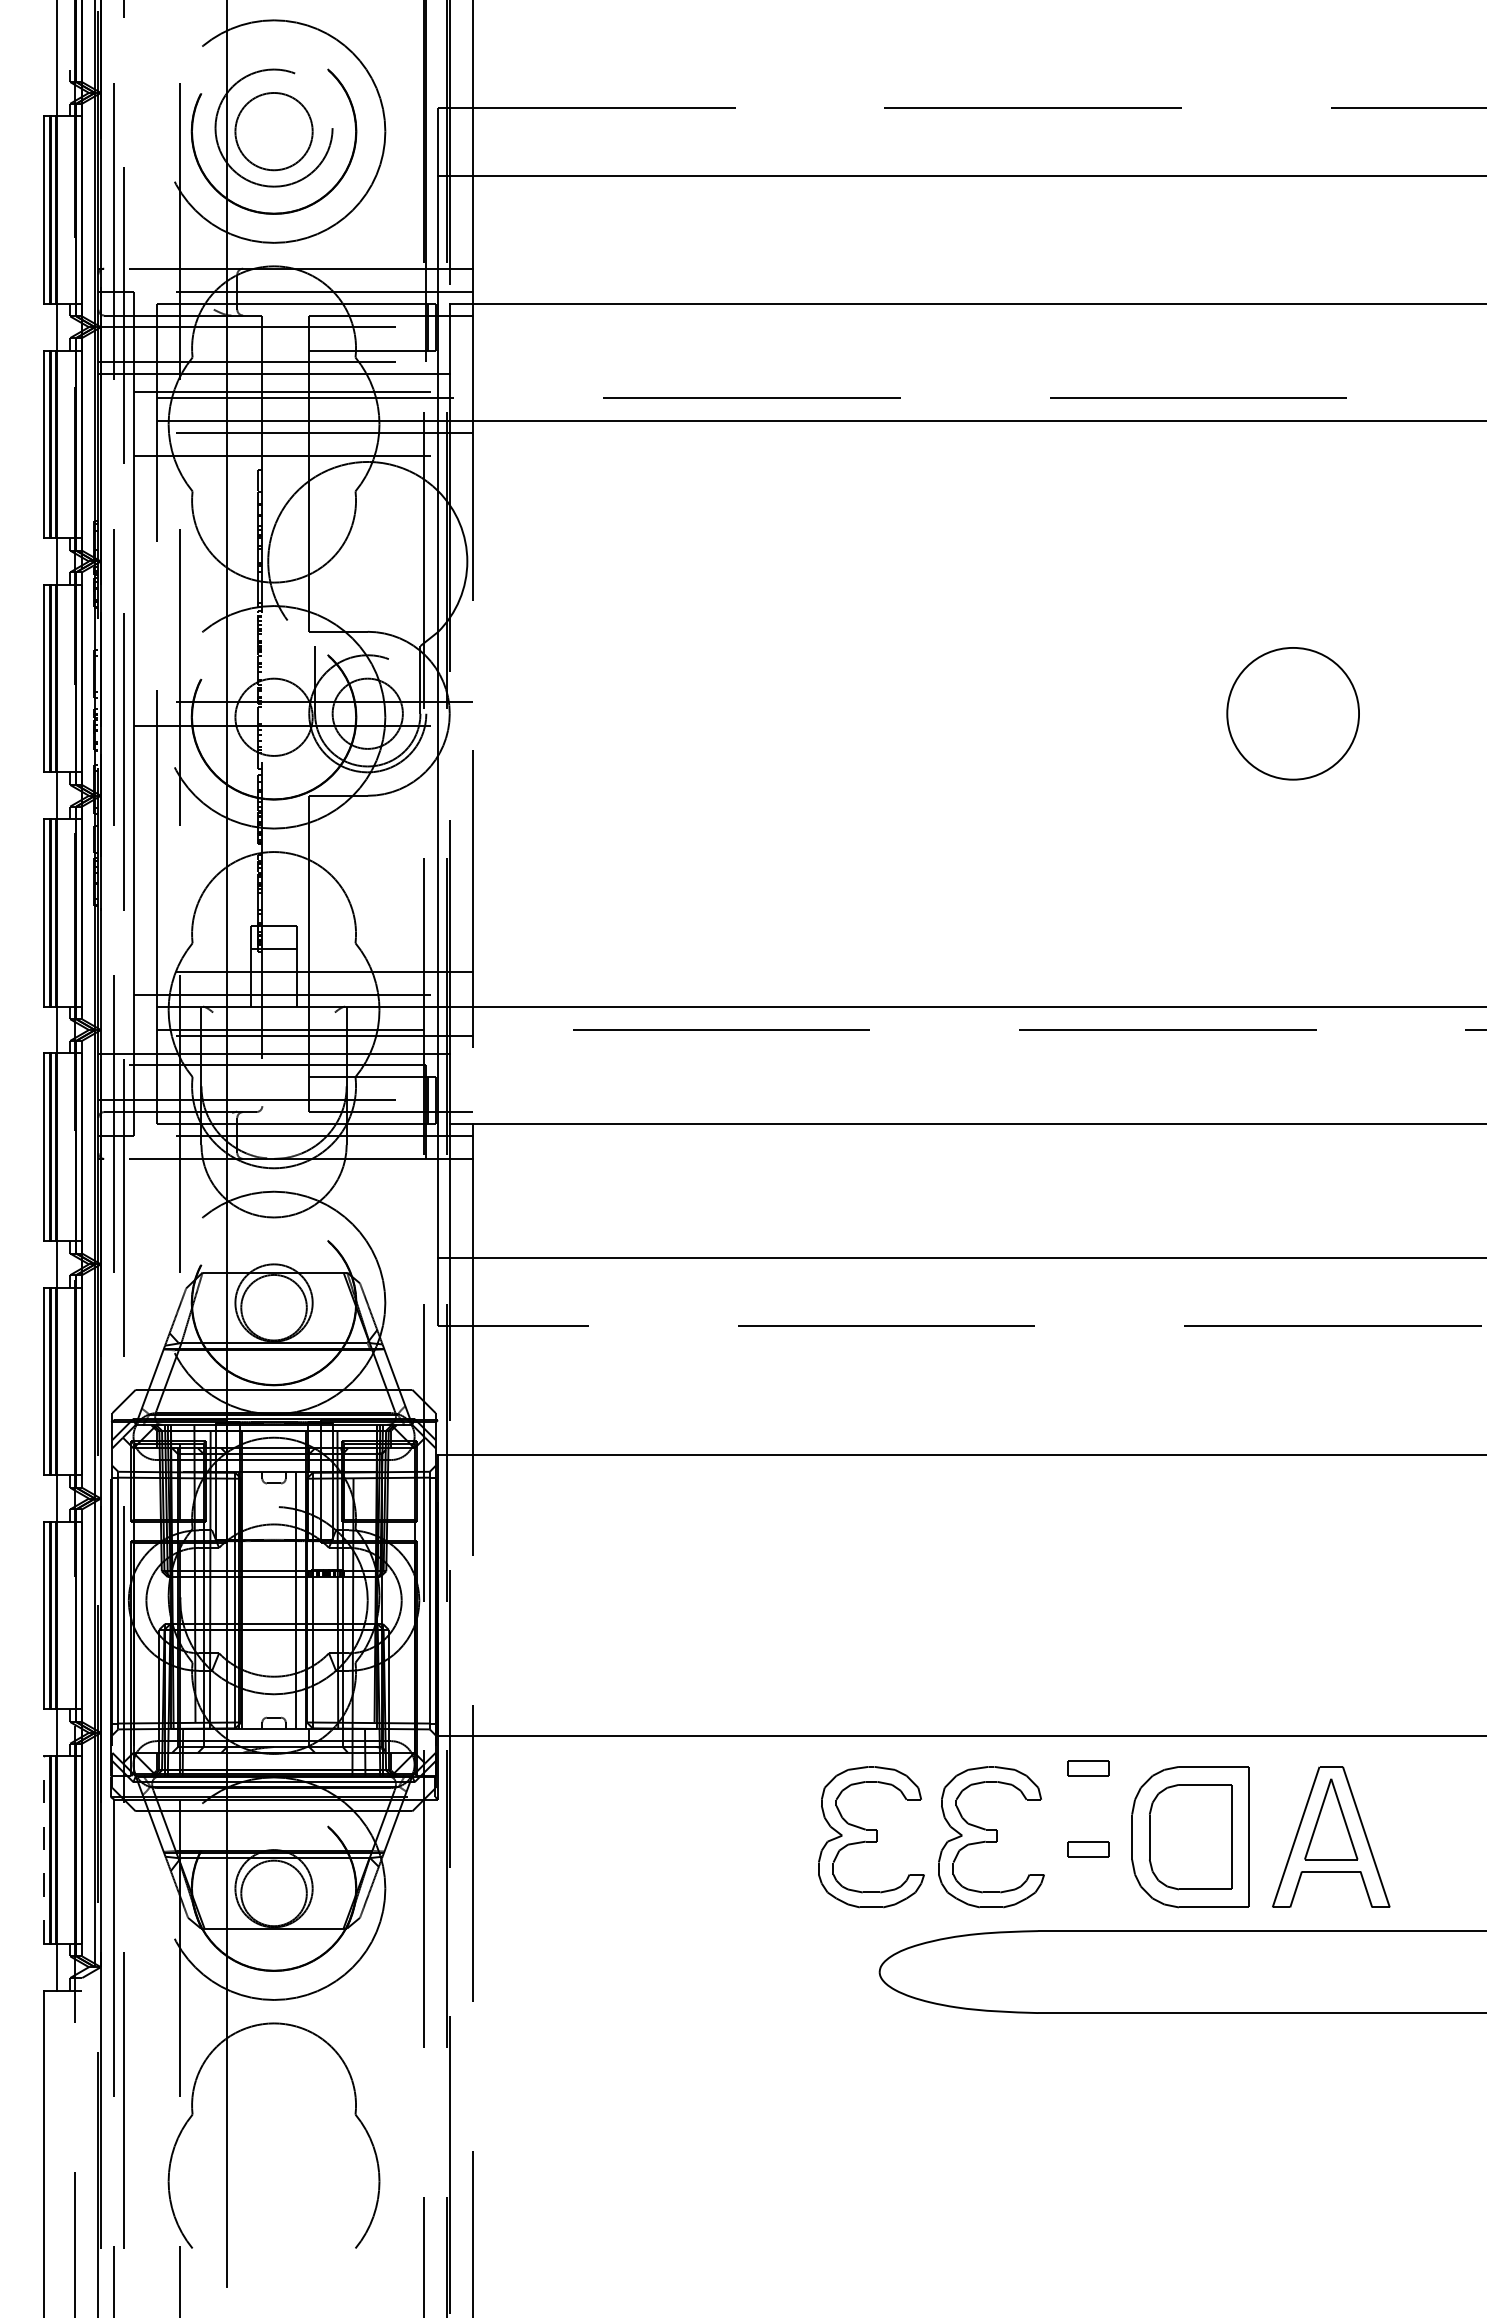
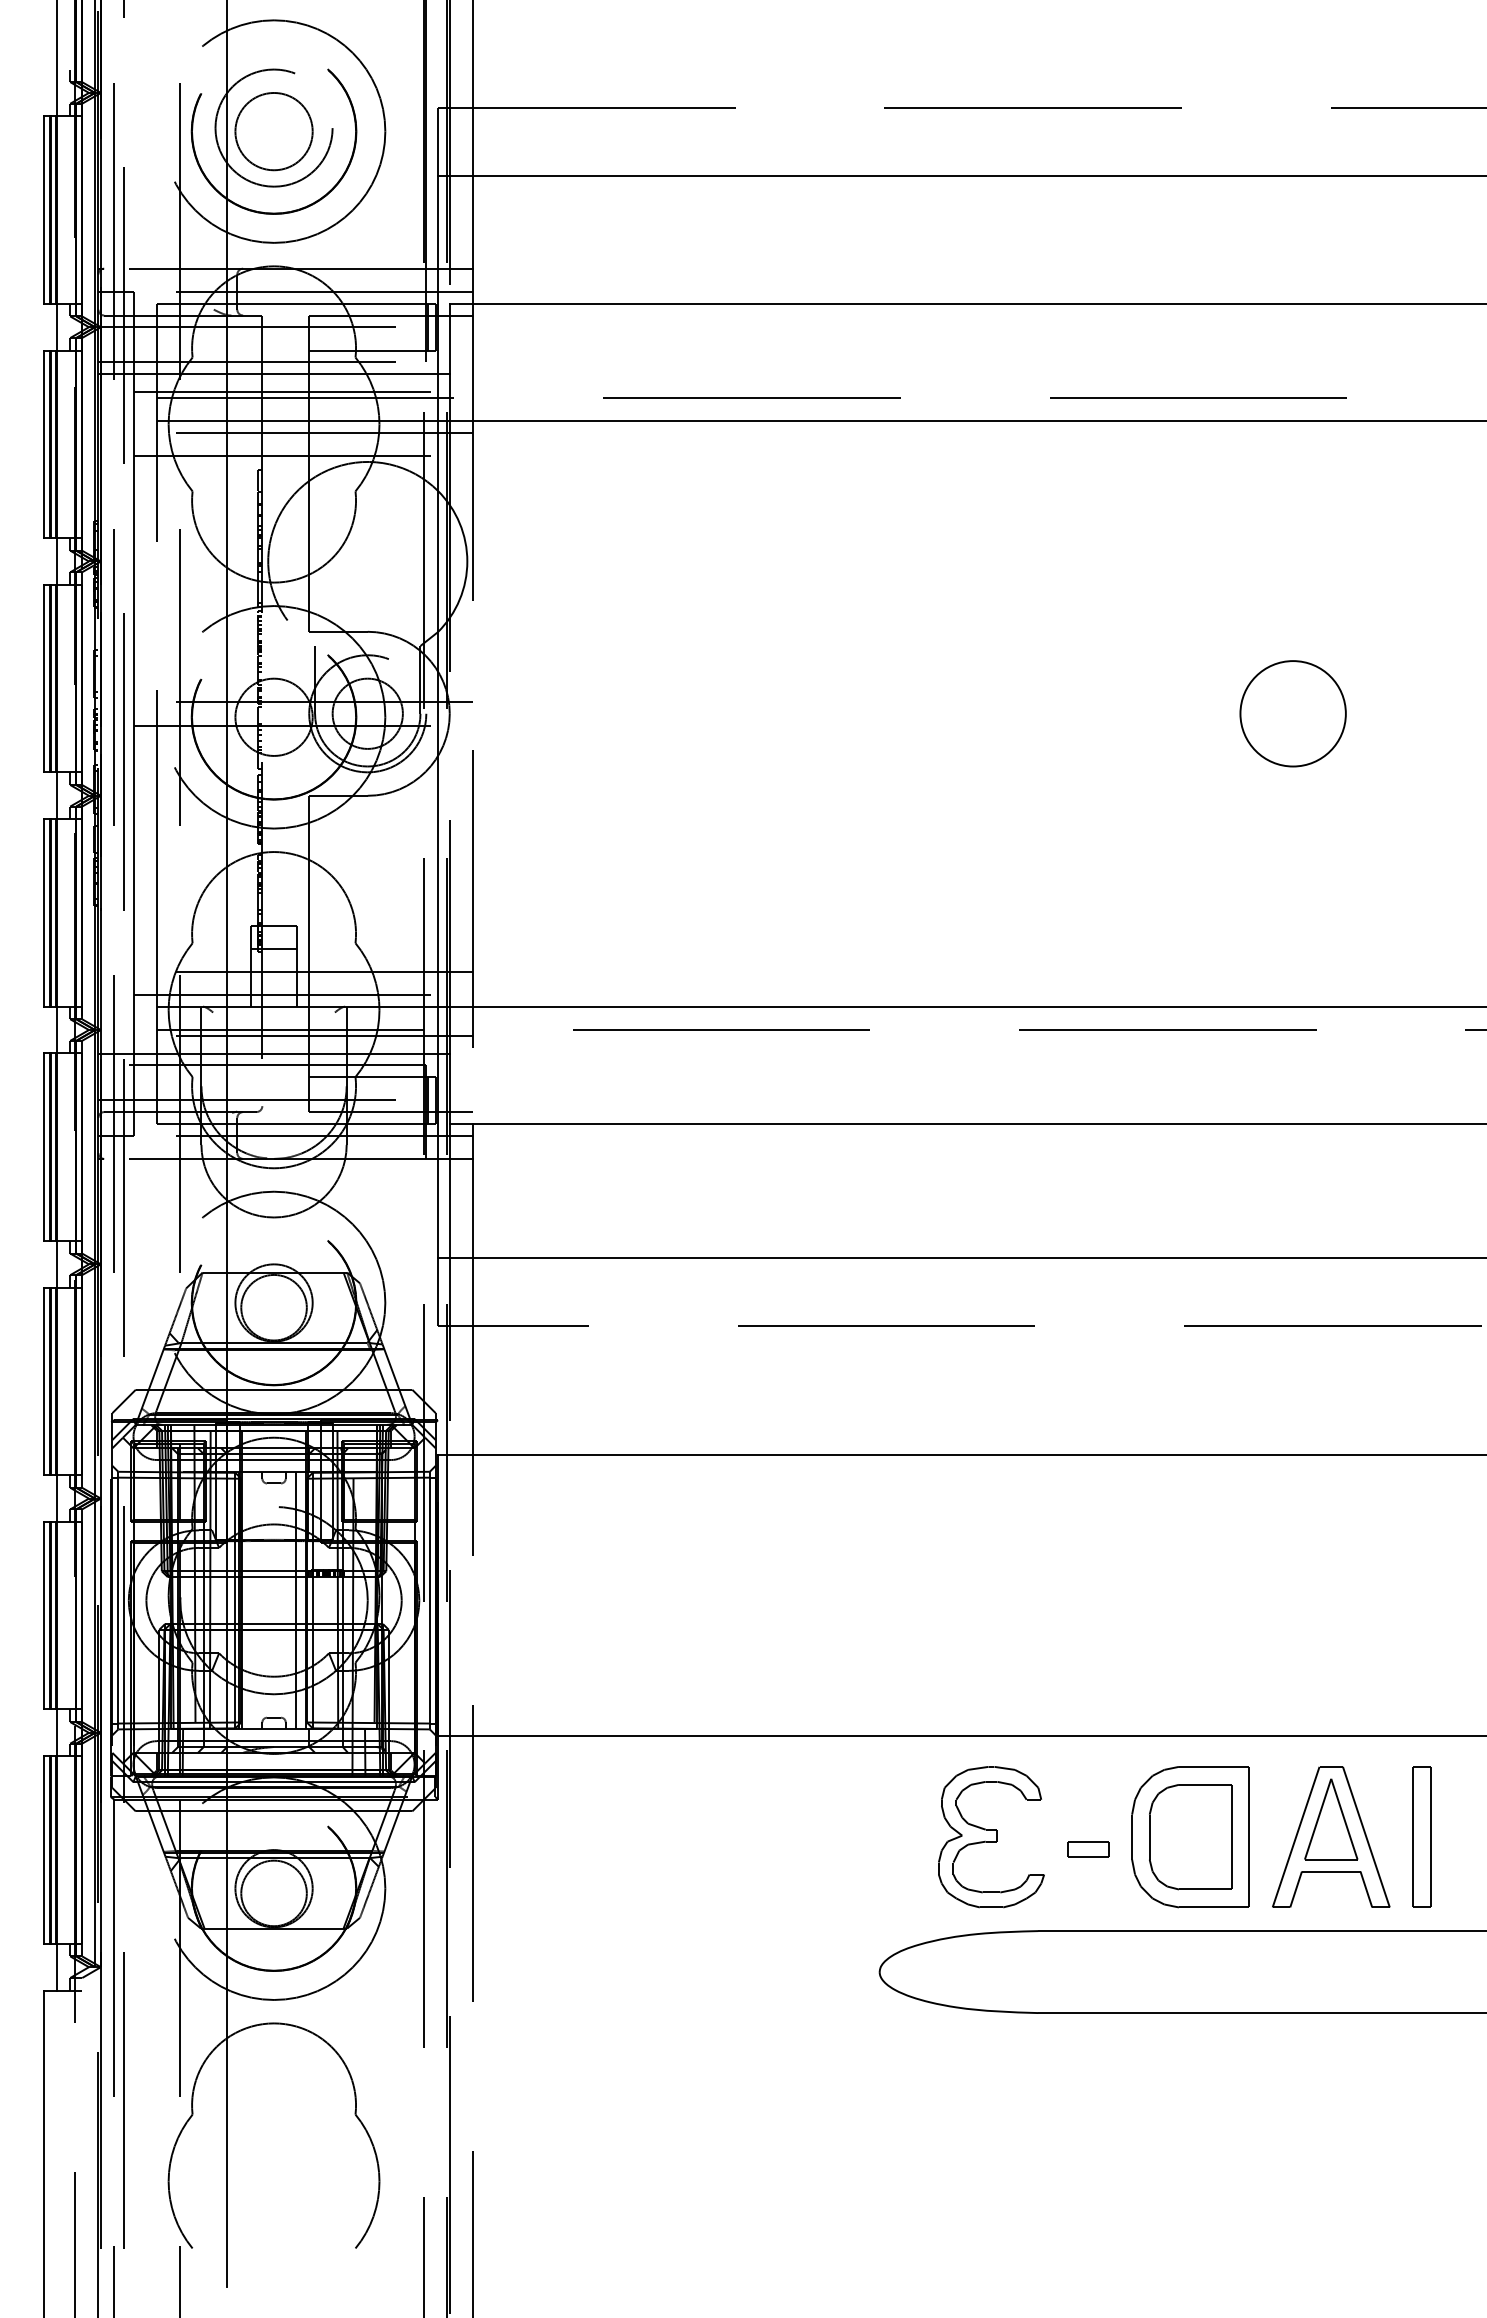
circle at (1293, 713) diameter: 132 px -> 105 px
part at (1088, 1768): present -> none
part at (1421, 1836): none -> present
part at (871, 1837): present -> none
line at (44, 1850): dashed -> solid
